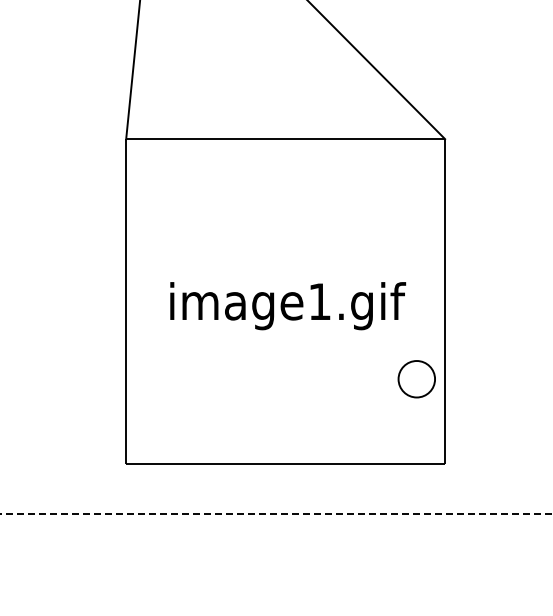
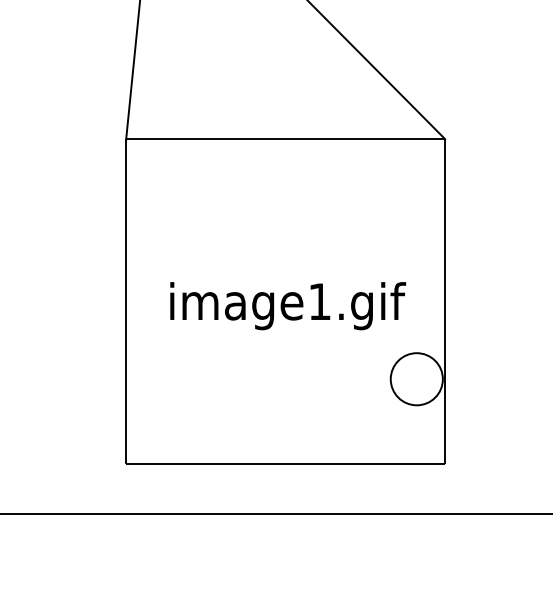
circle at (416, 379) diameter: 36 px -> 52 px
line at (276, 513): dashed -> solid
